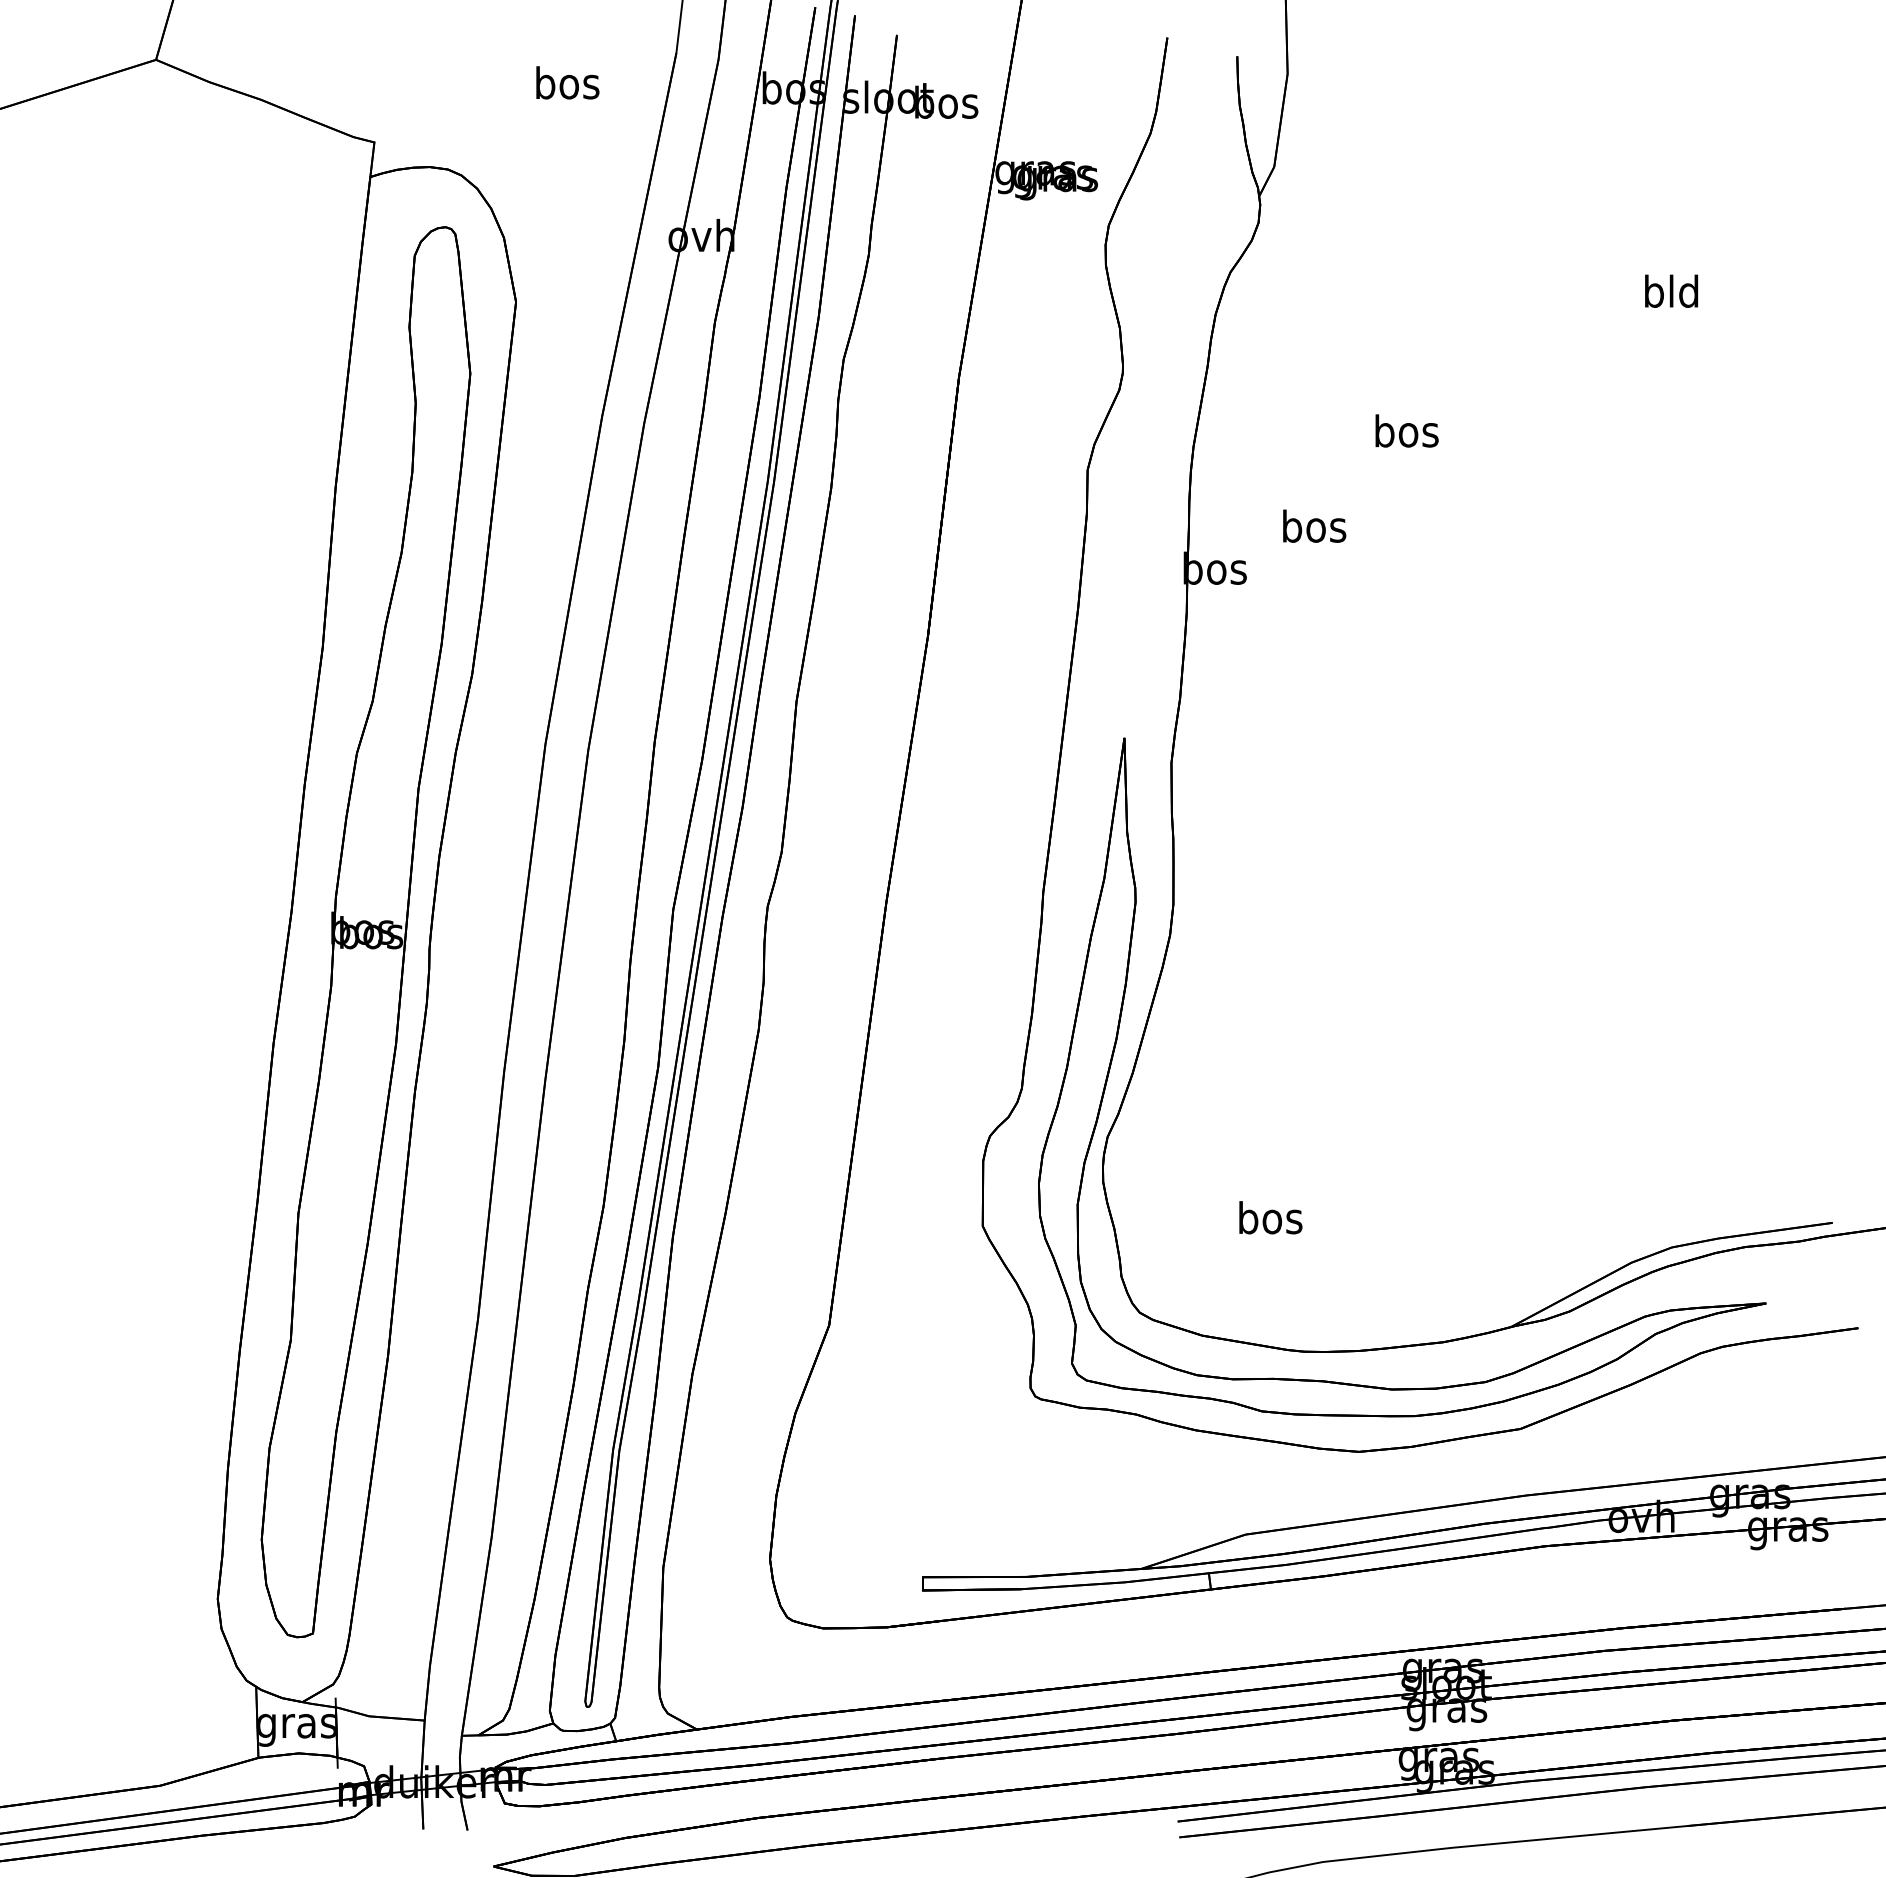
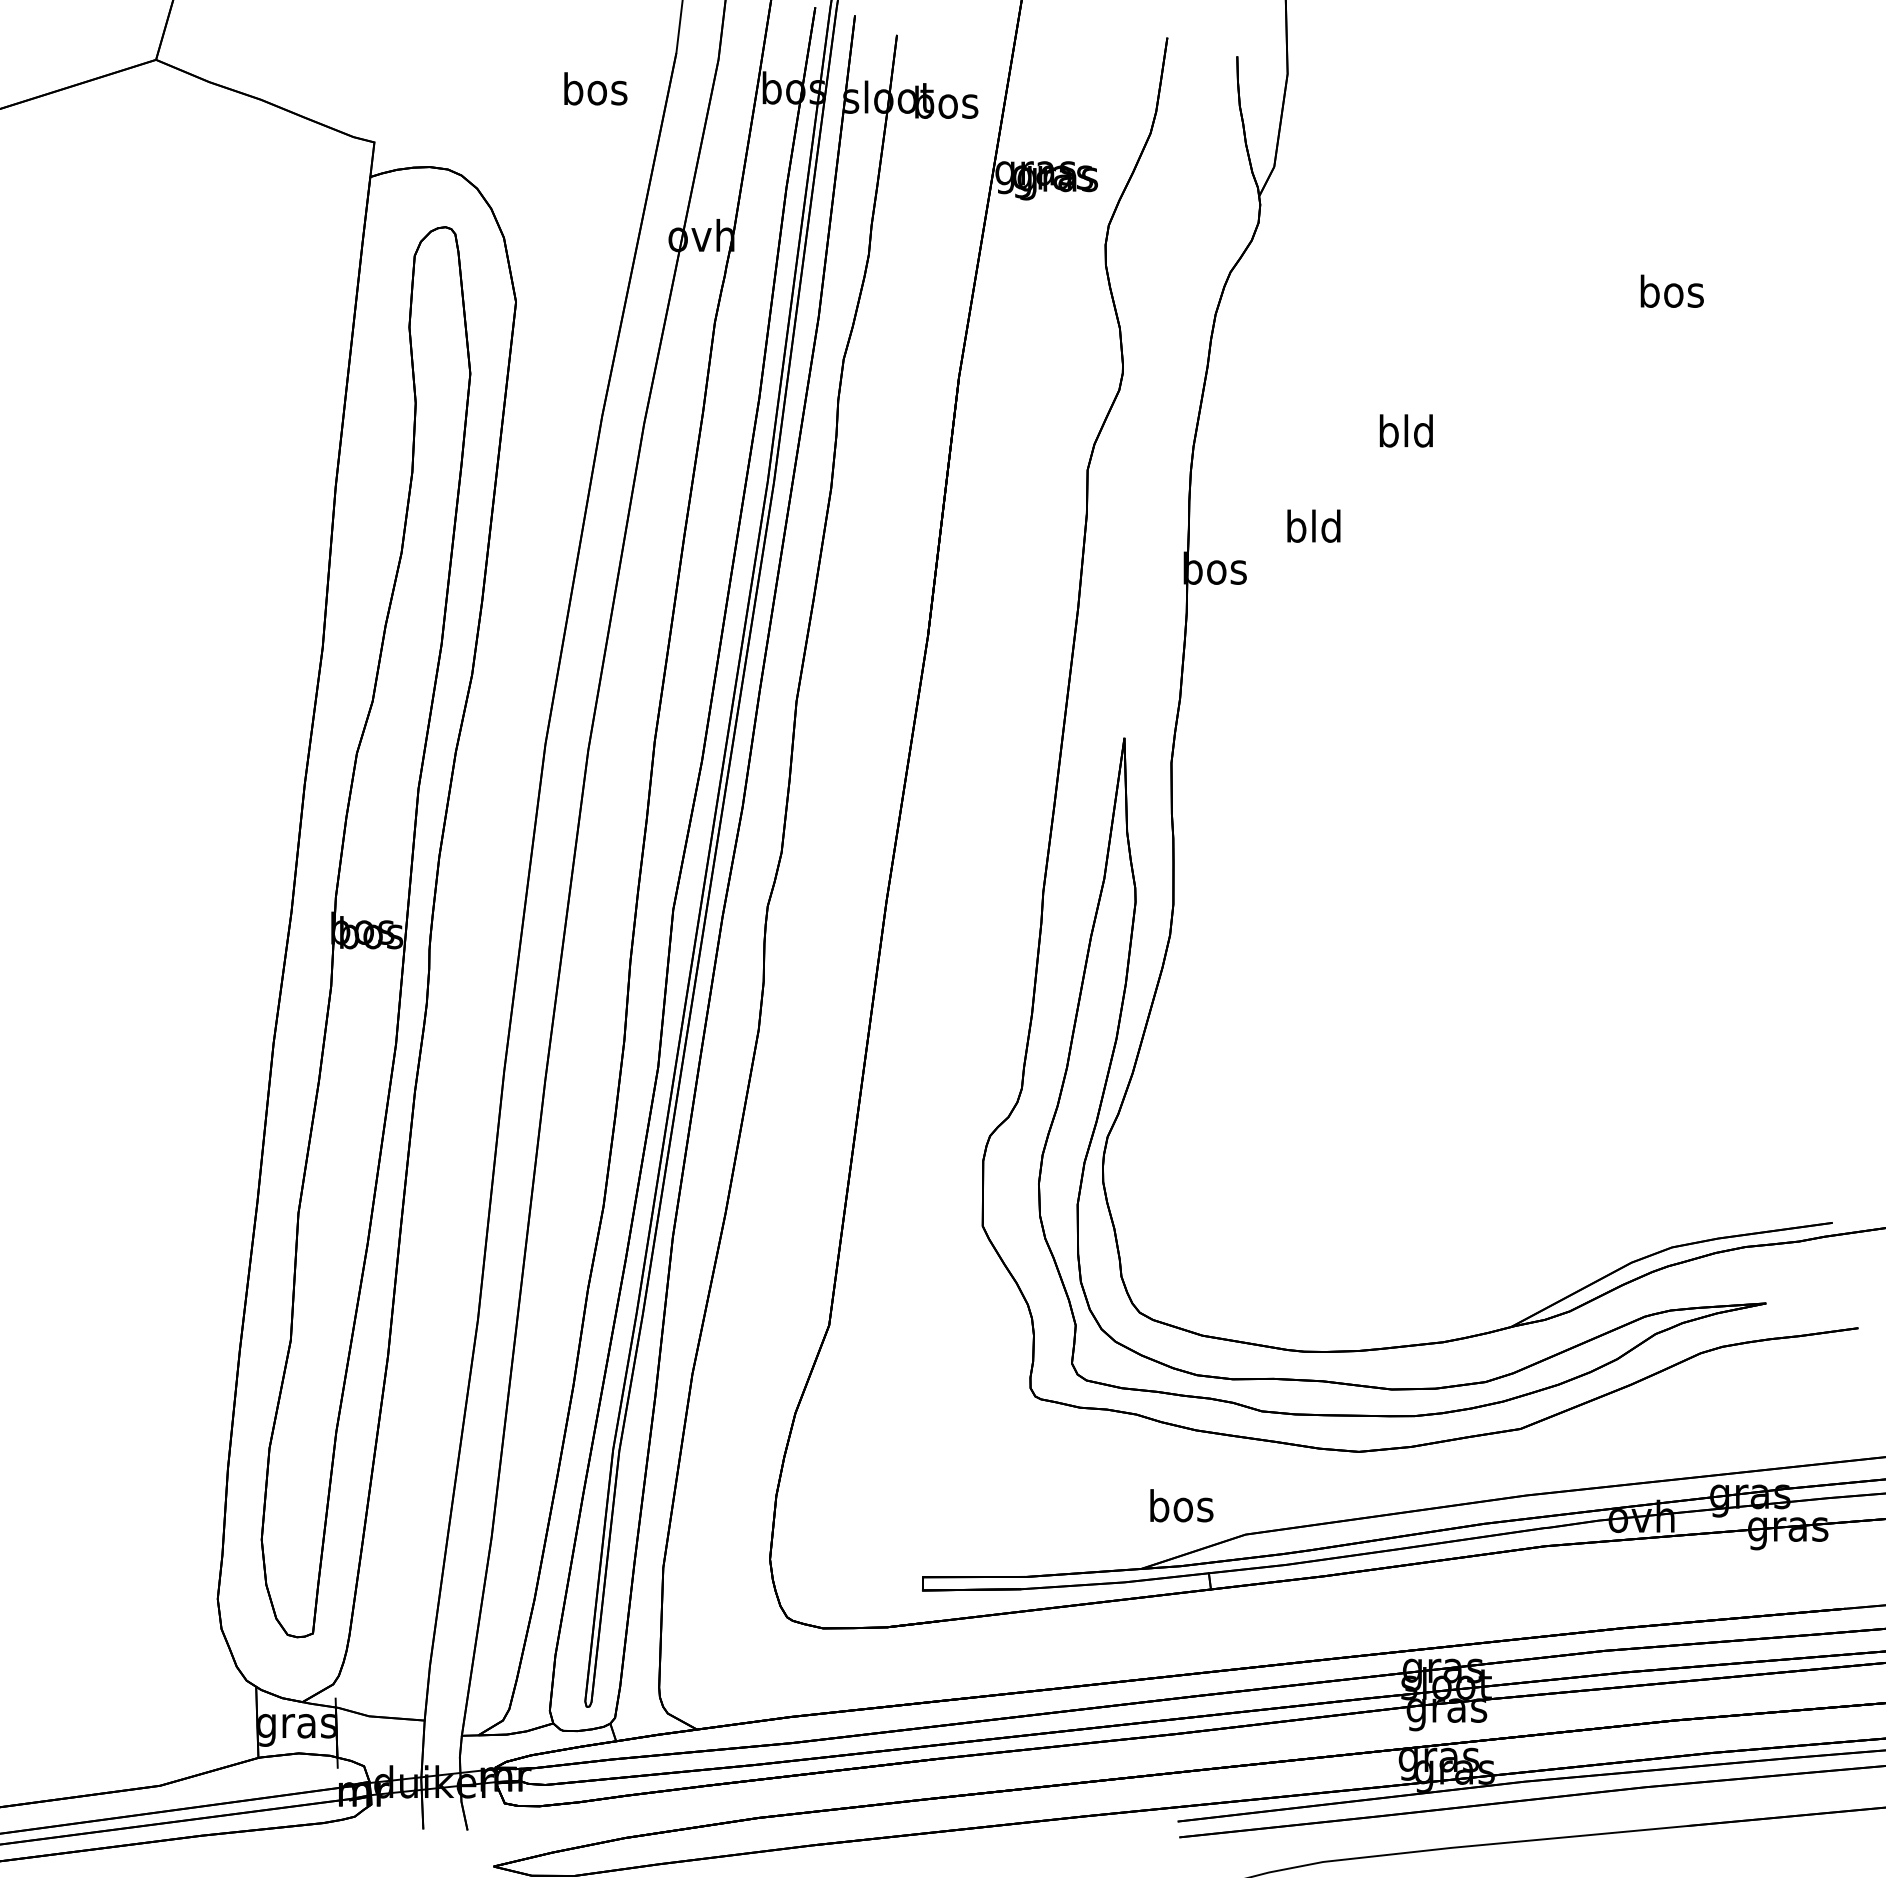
text at (567, 82) position: (567, 82) -> (595, 88)
text at (1671, 290): bld -> bos
text at (1406, 430): bos -> bld
text at (1314, 525): bos -> bld
text at (1270, 1217) position: (1270, 1217) -> (1181, 1505)
